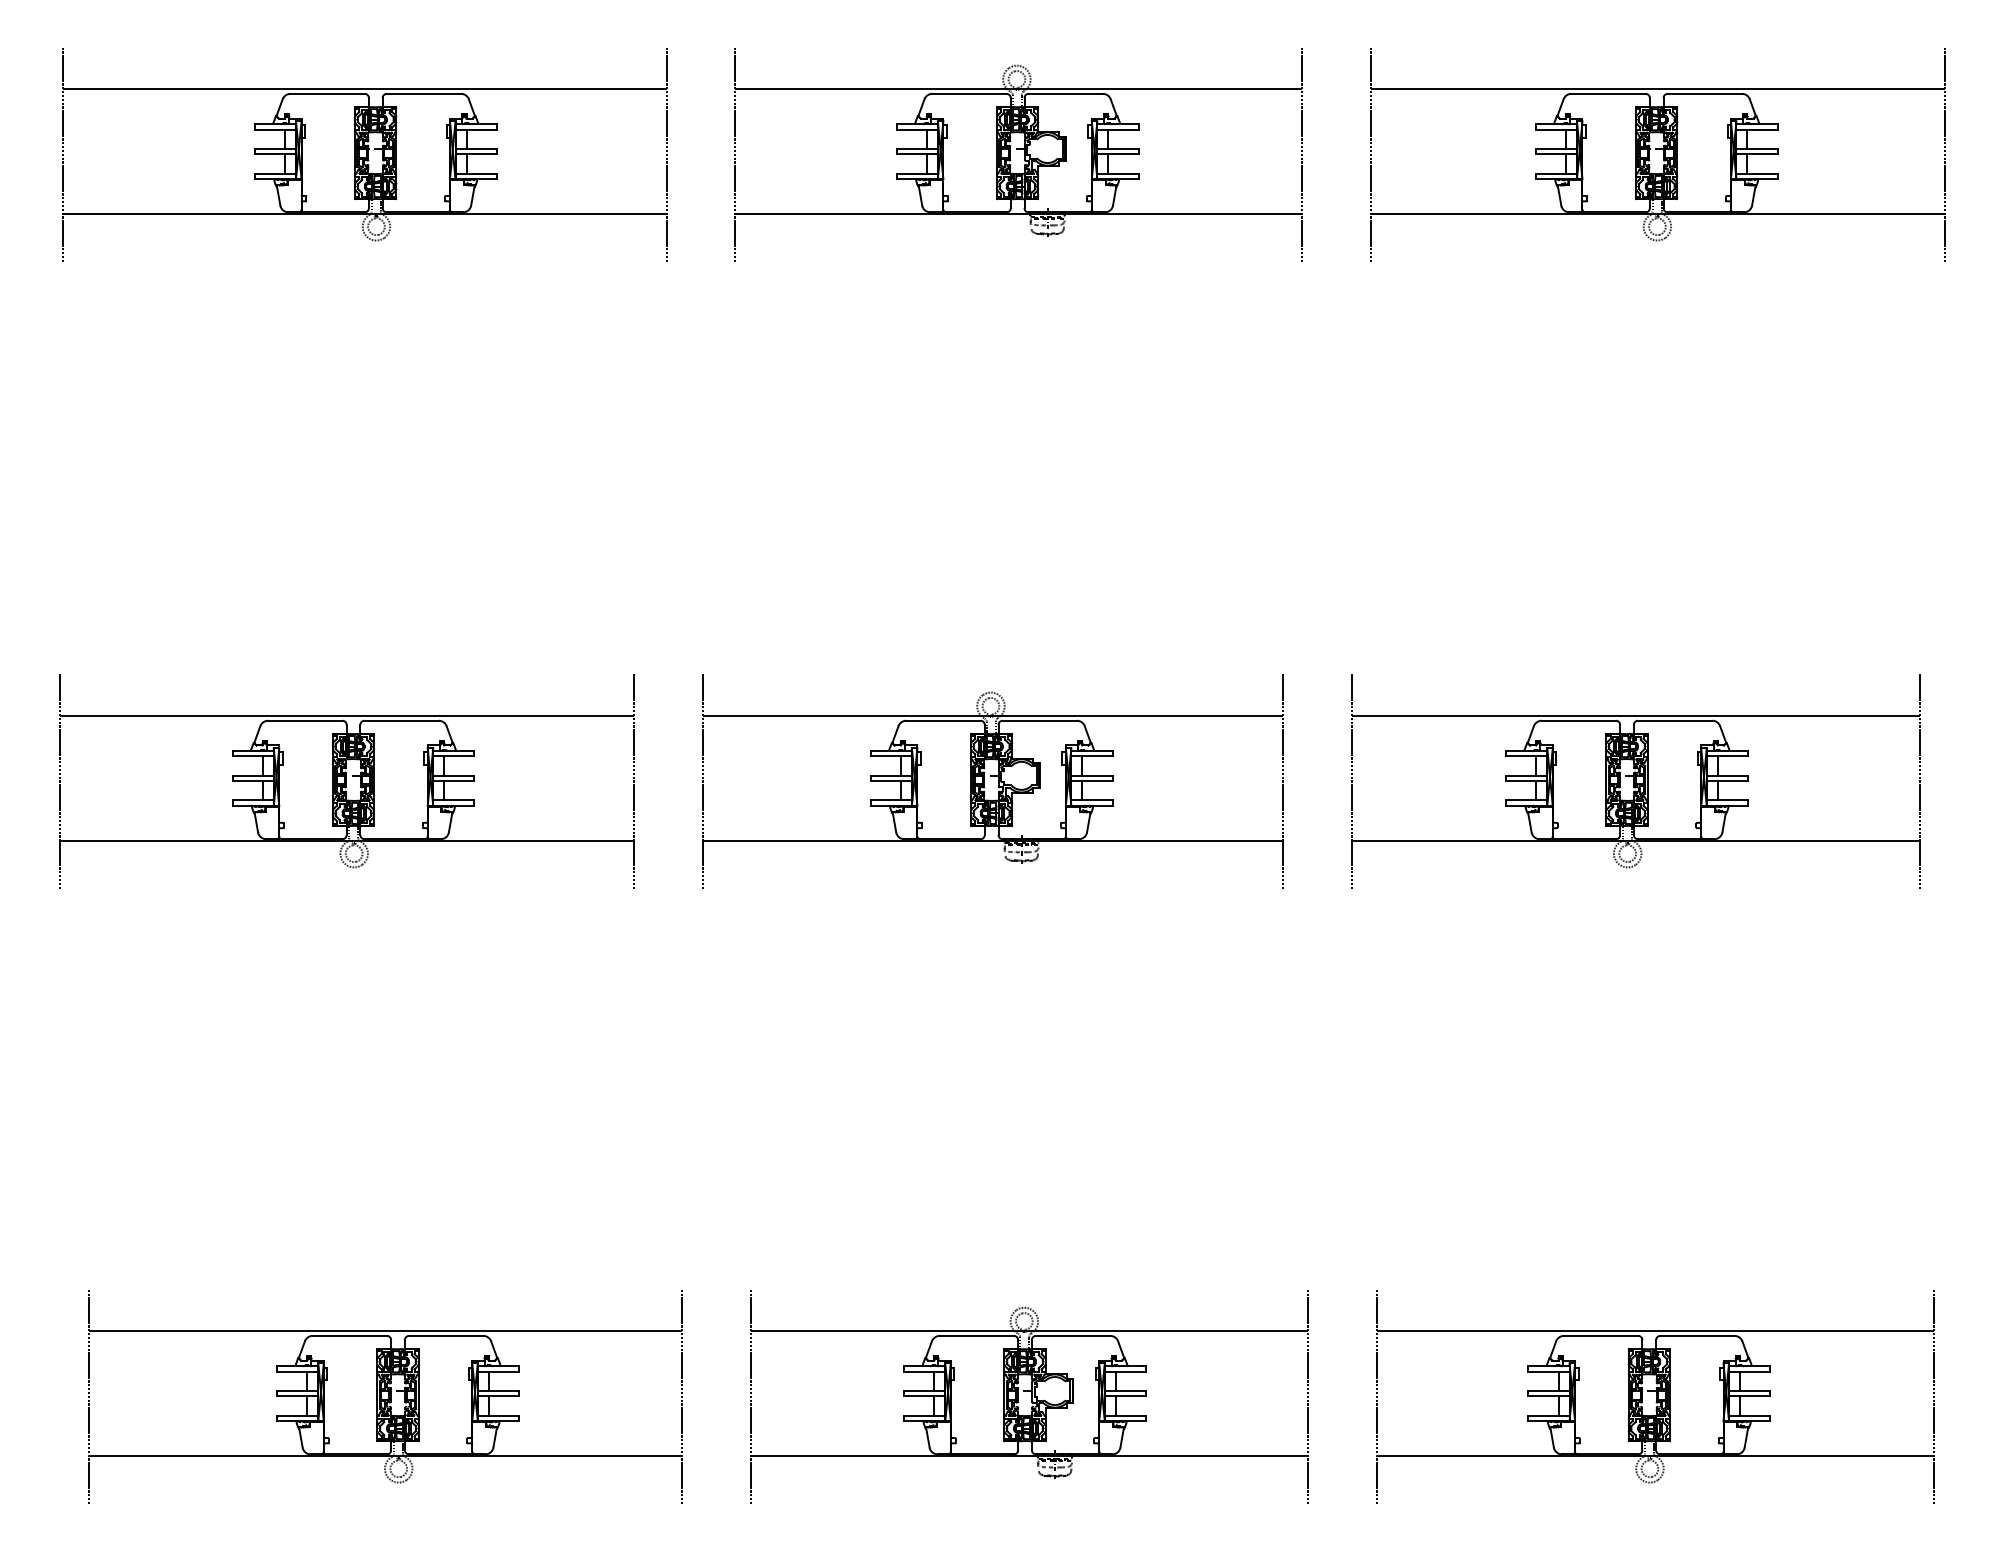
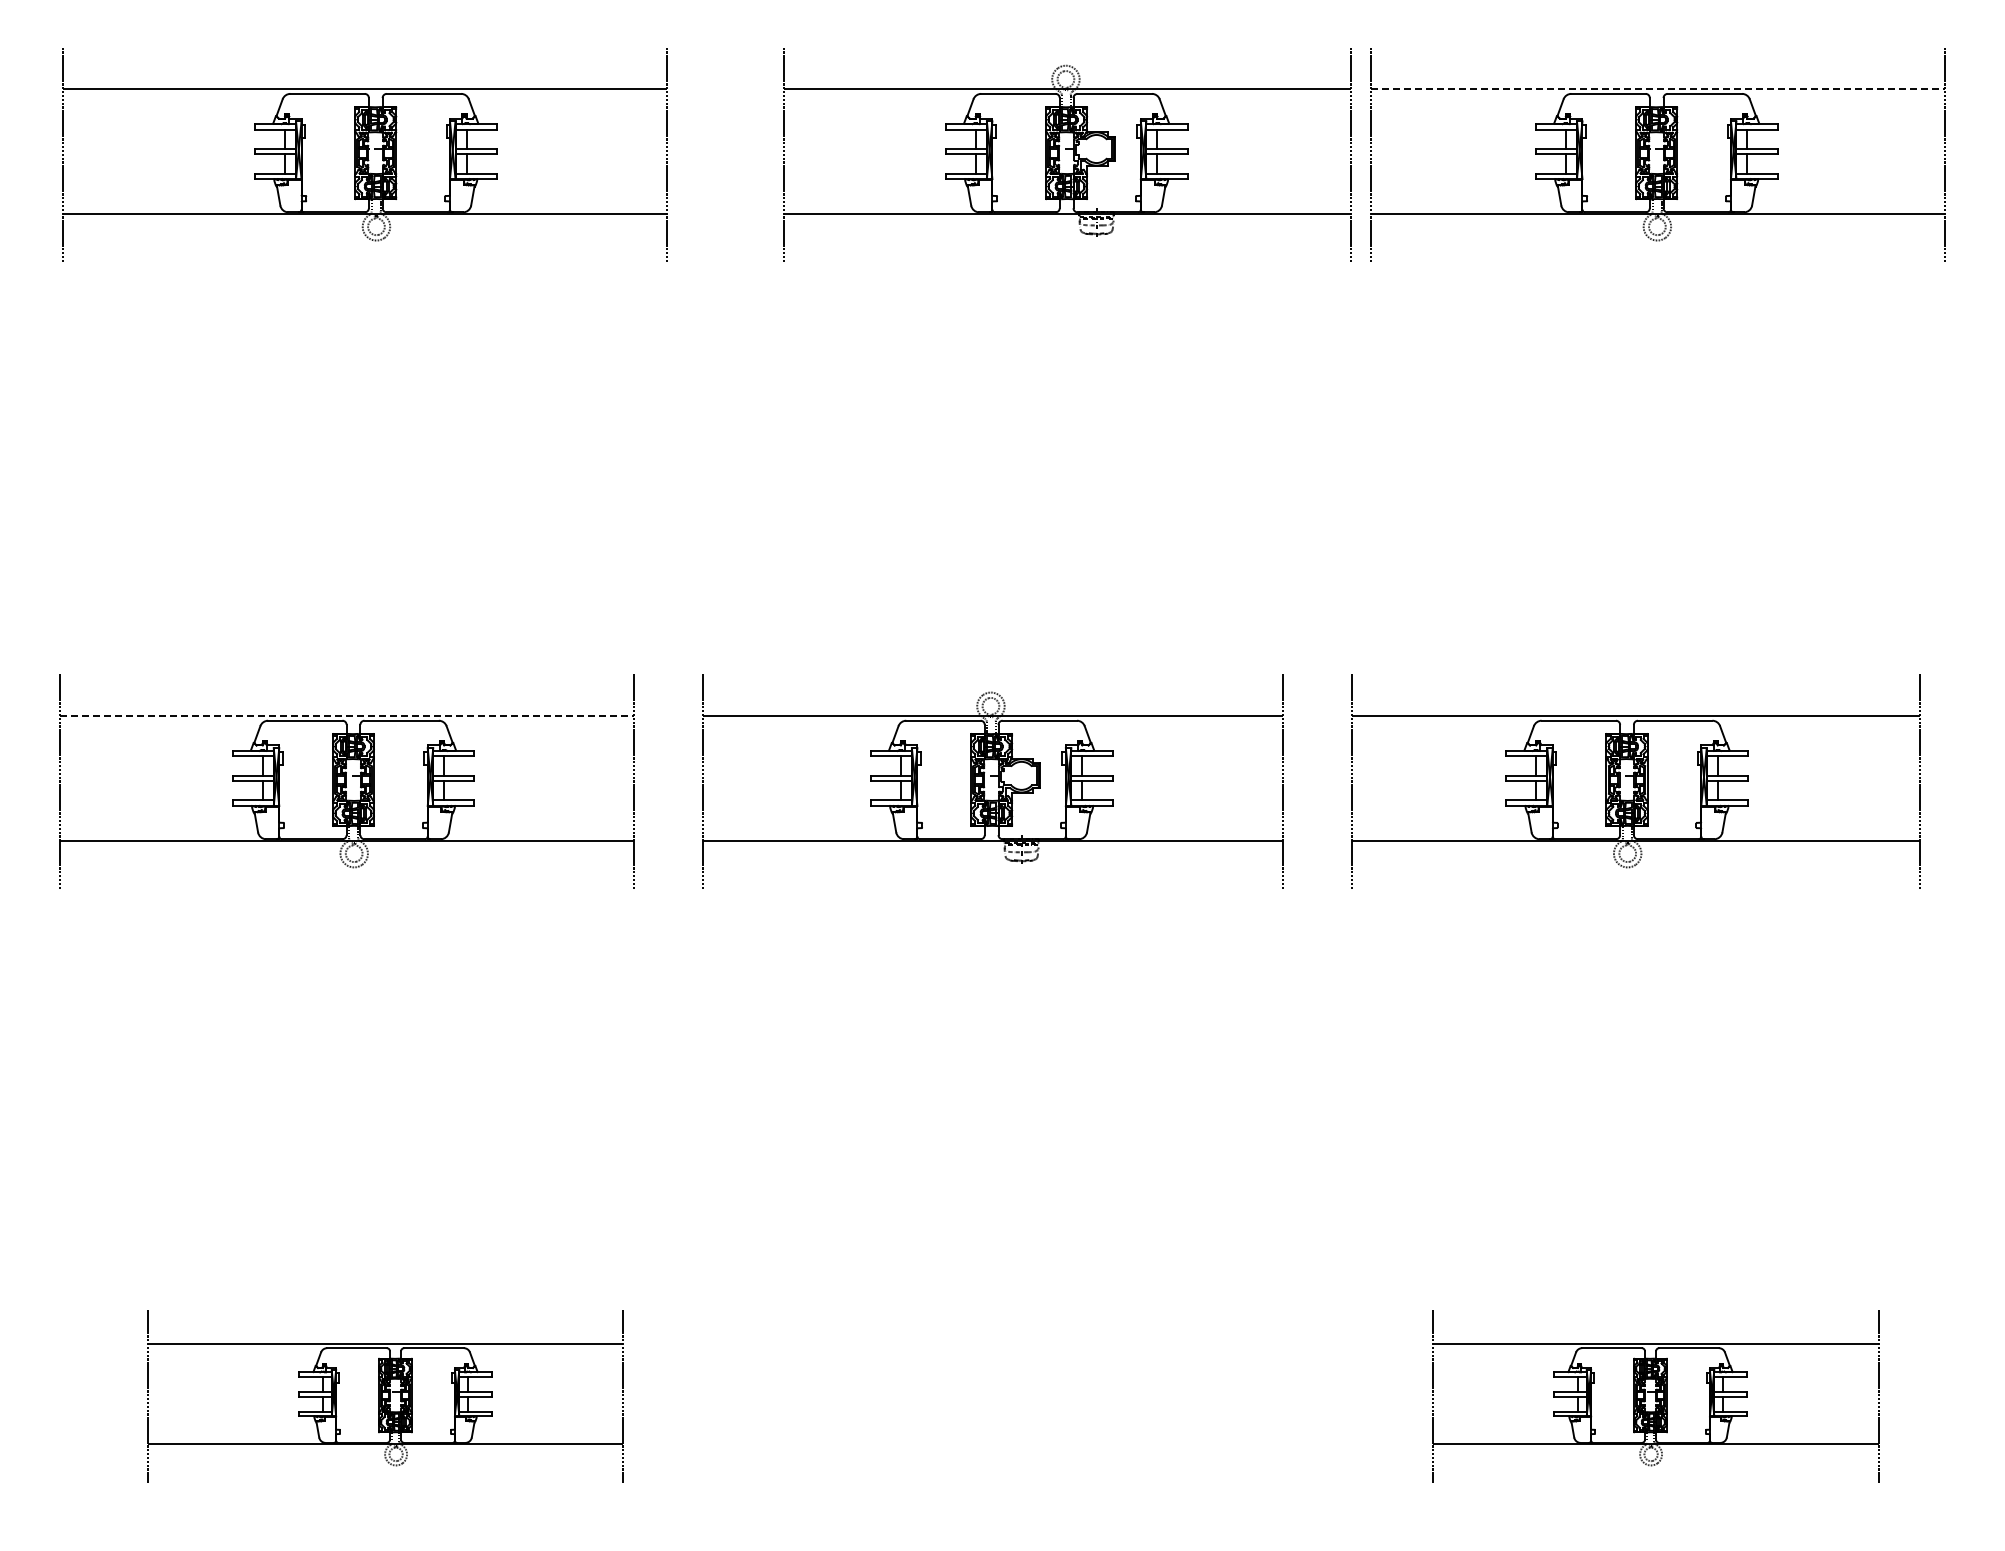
line at (1657, 89): solid -> dashed
part at (1018, 154) position: (1018, 154) -> (1067, 154)
line at (347, 715): solid -> dashed
part at (385, 1396) size: 595x214 px -> 477x173 px
part at (1029, 1396): present -> none
part at (1655, 1396) size: 559x214 px -> 448x173 px
